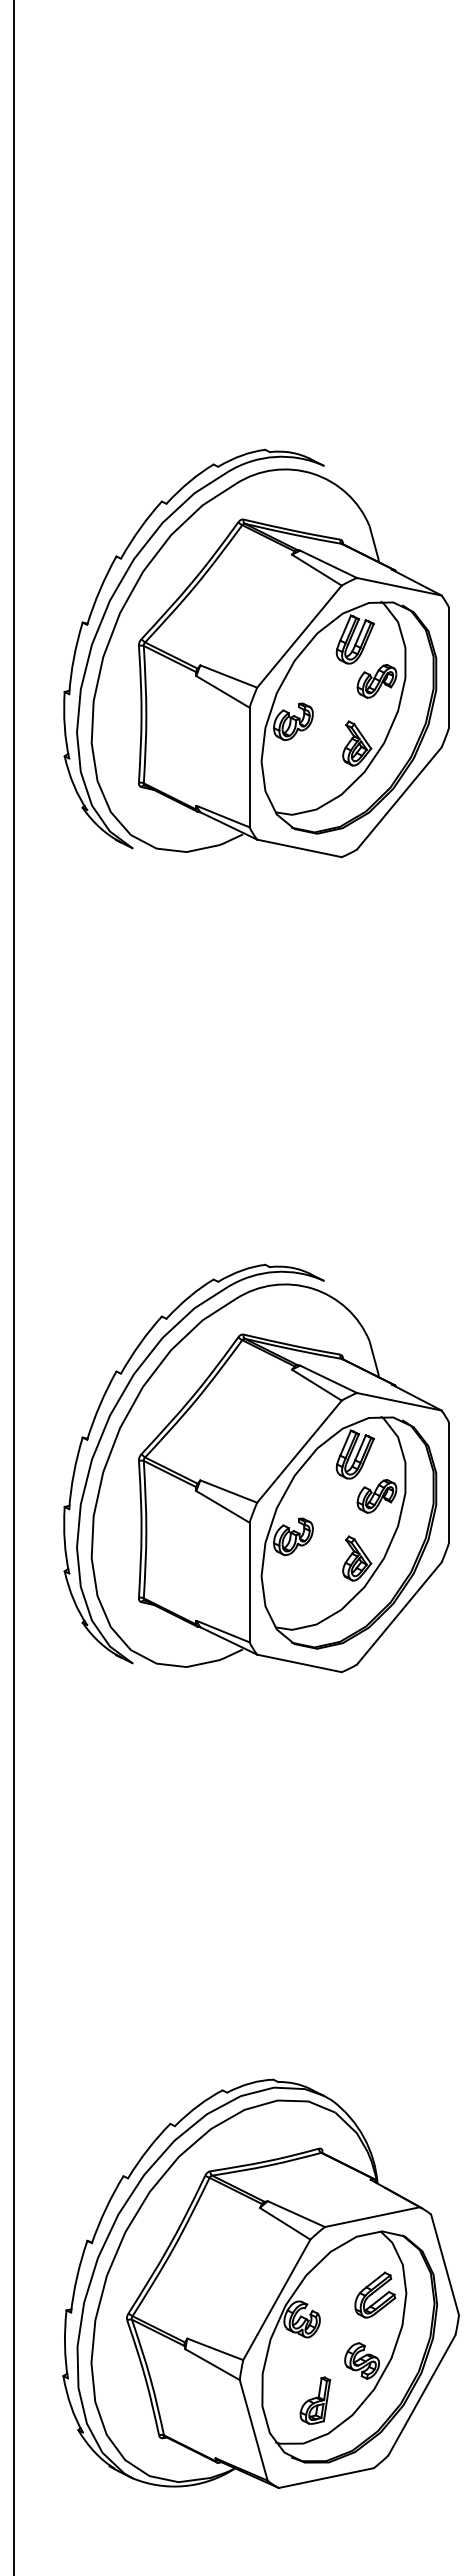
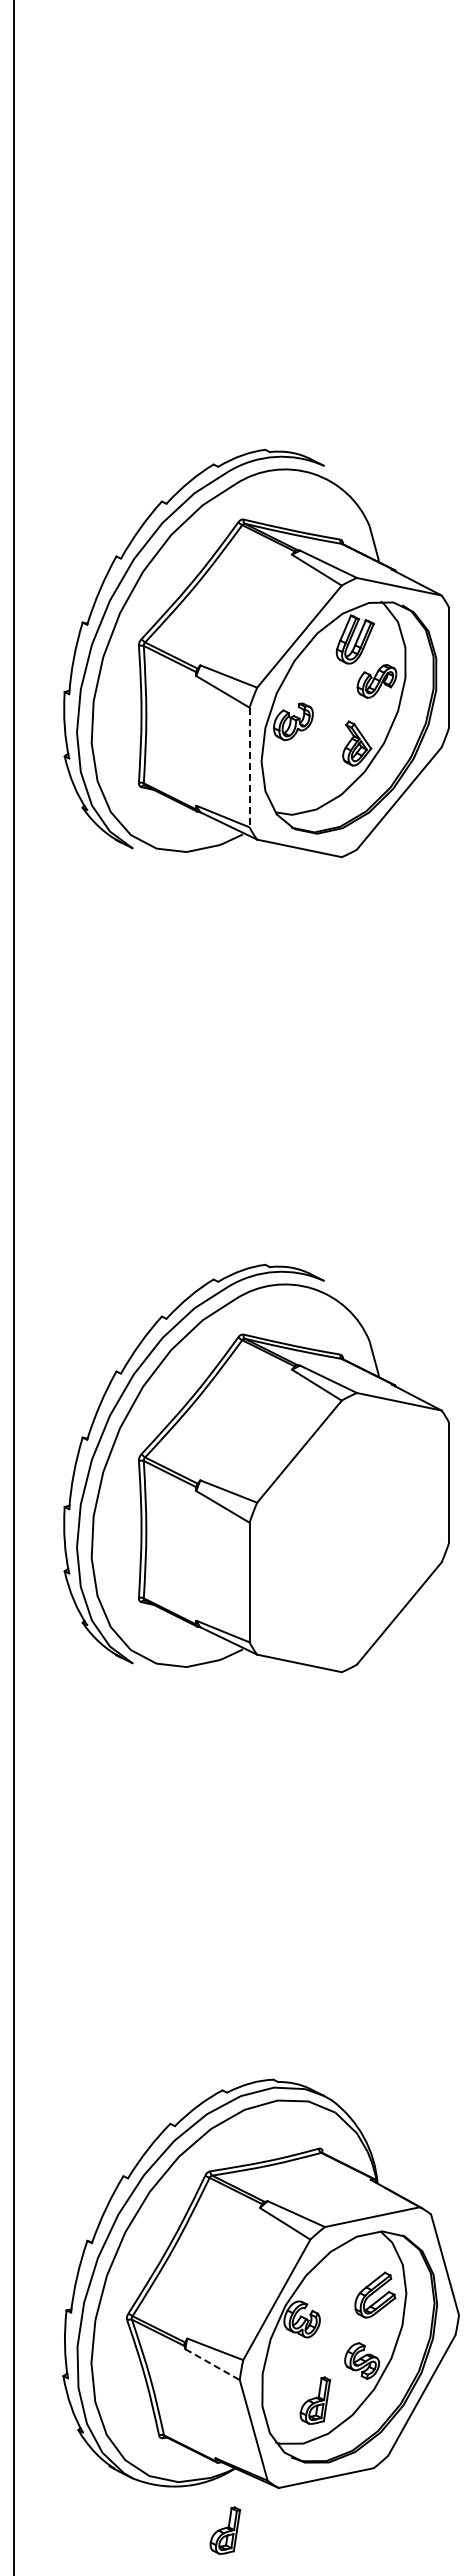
line at (249, 767): solid -> dashed
part at (348, 1532): present -> none
line at (213, 2364): solid -> dashed
part at (225, 2530): none -> present
